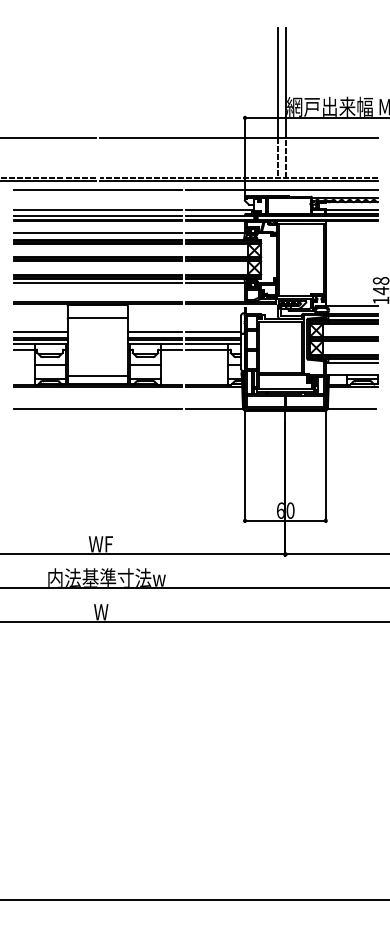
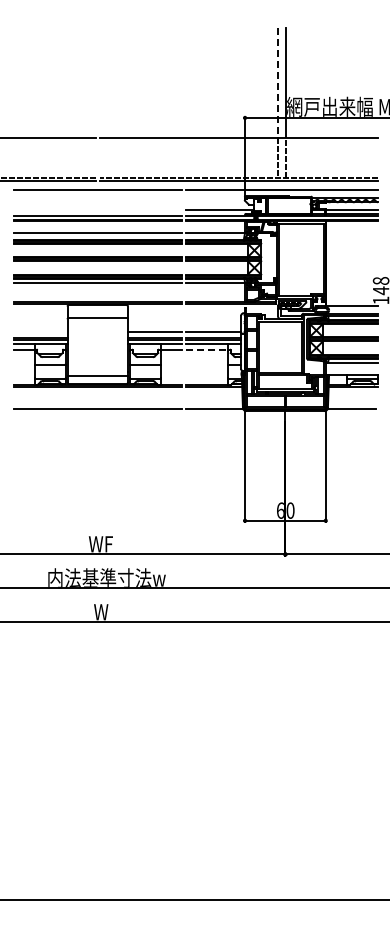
line at (277, 82): solid -> dashed
line at (97, 209): present -> none
line at (40, 332): present -> none
line at (207, 349): solid -> dashed
